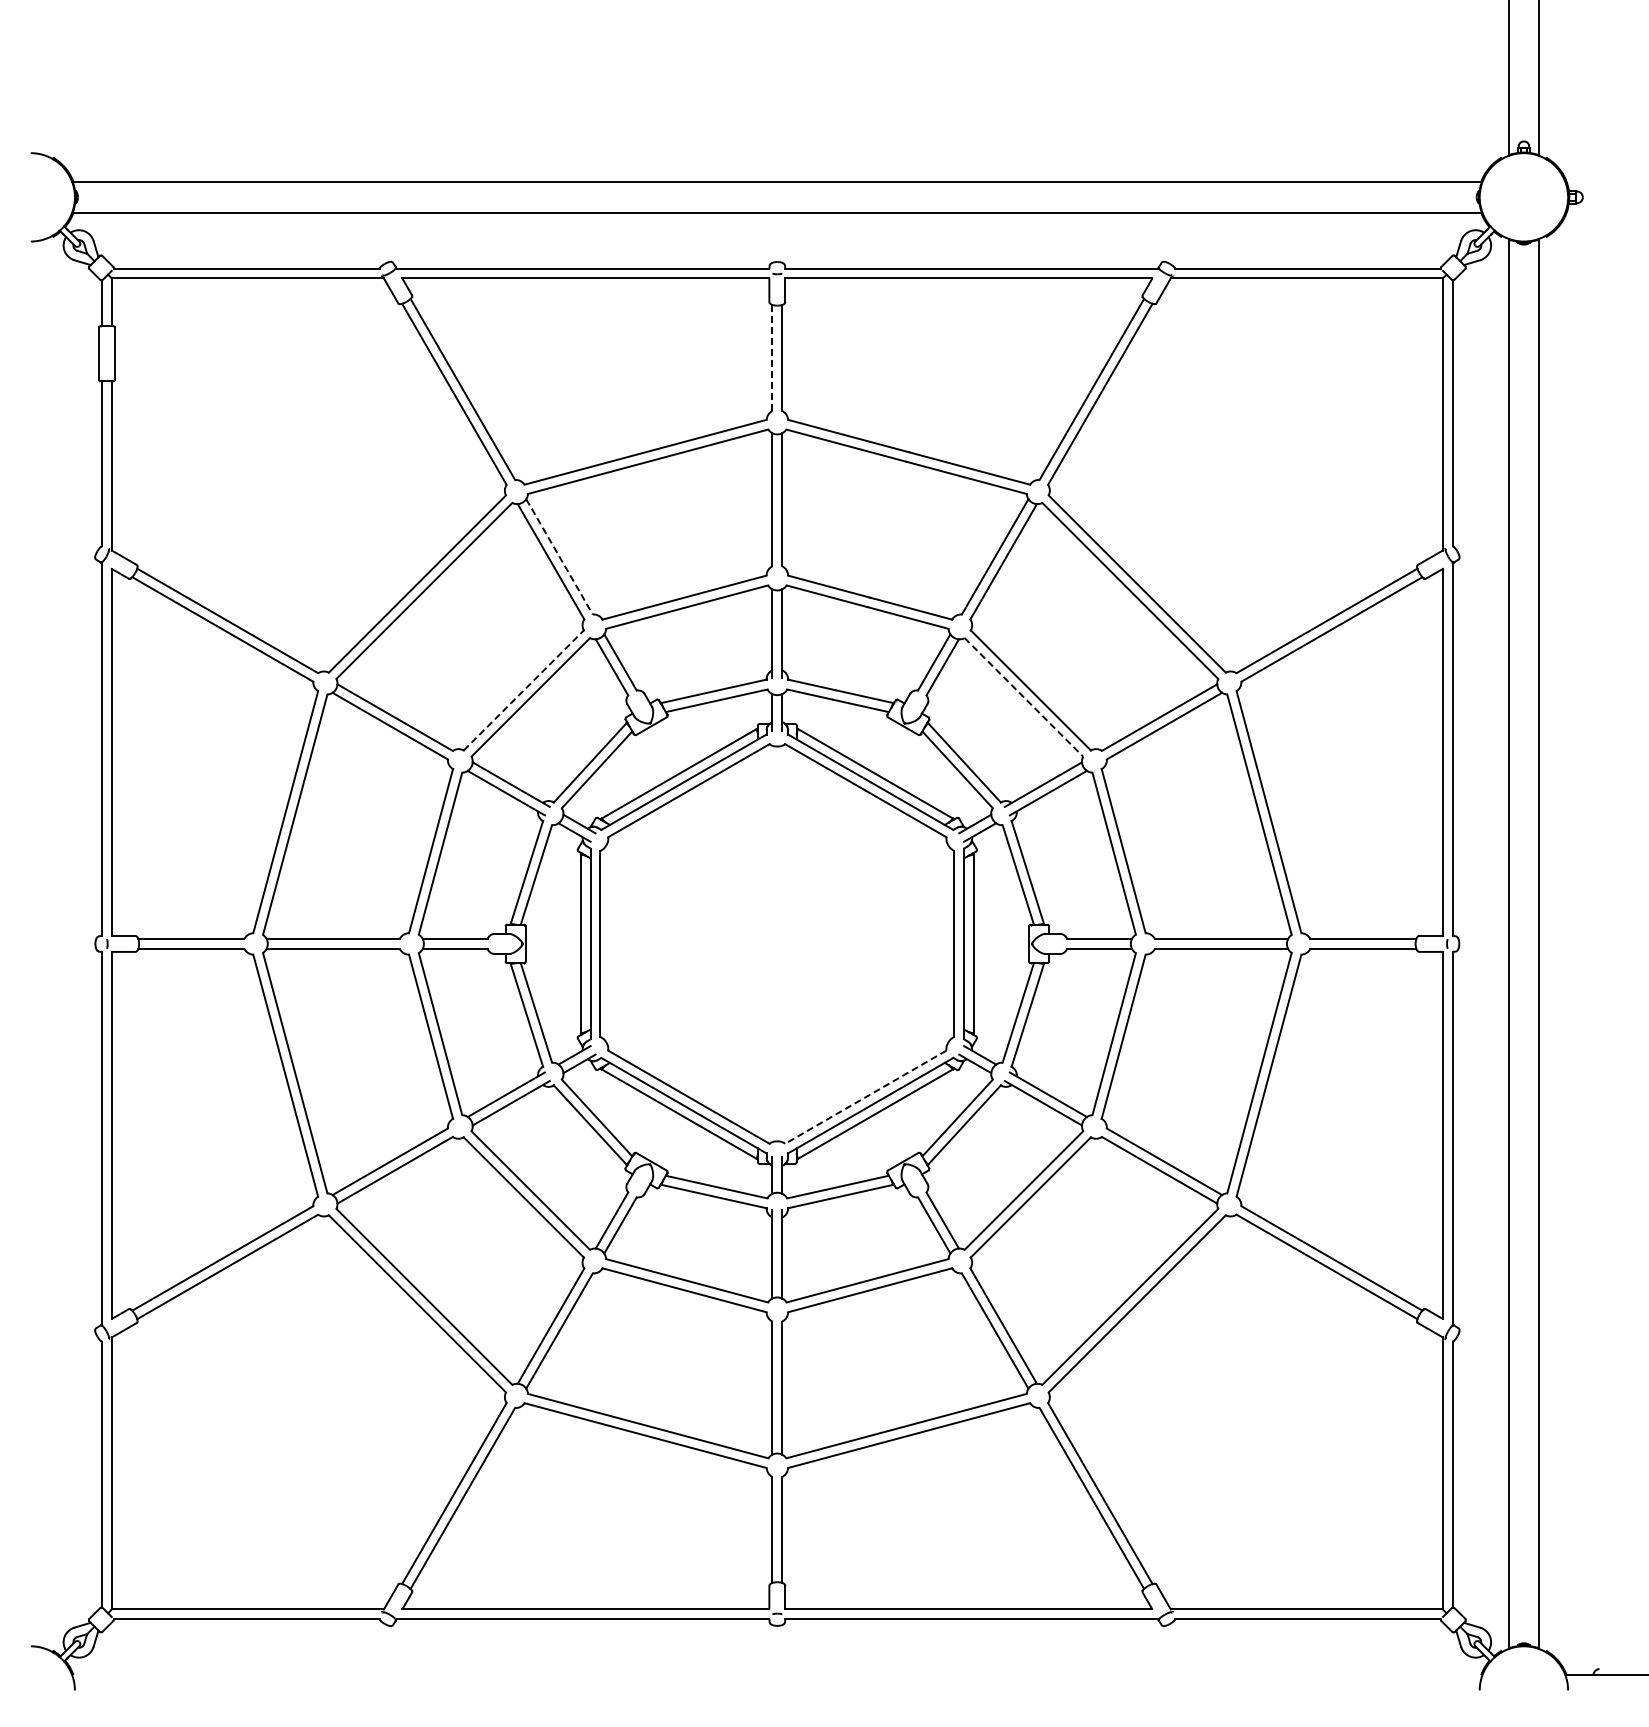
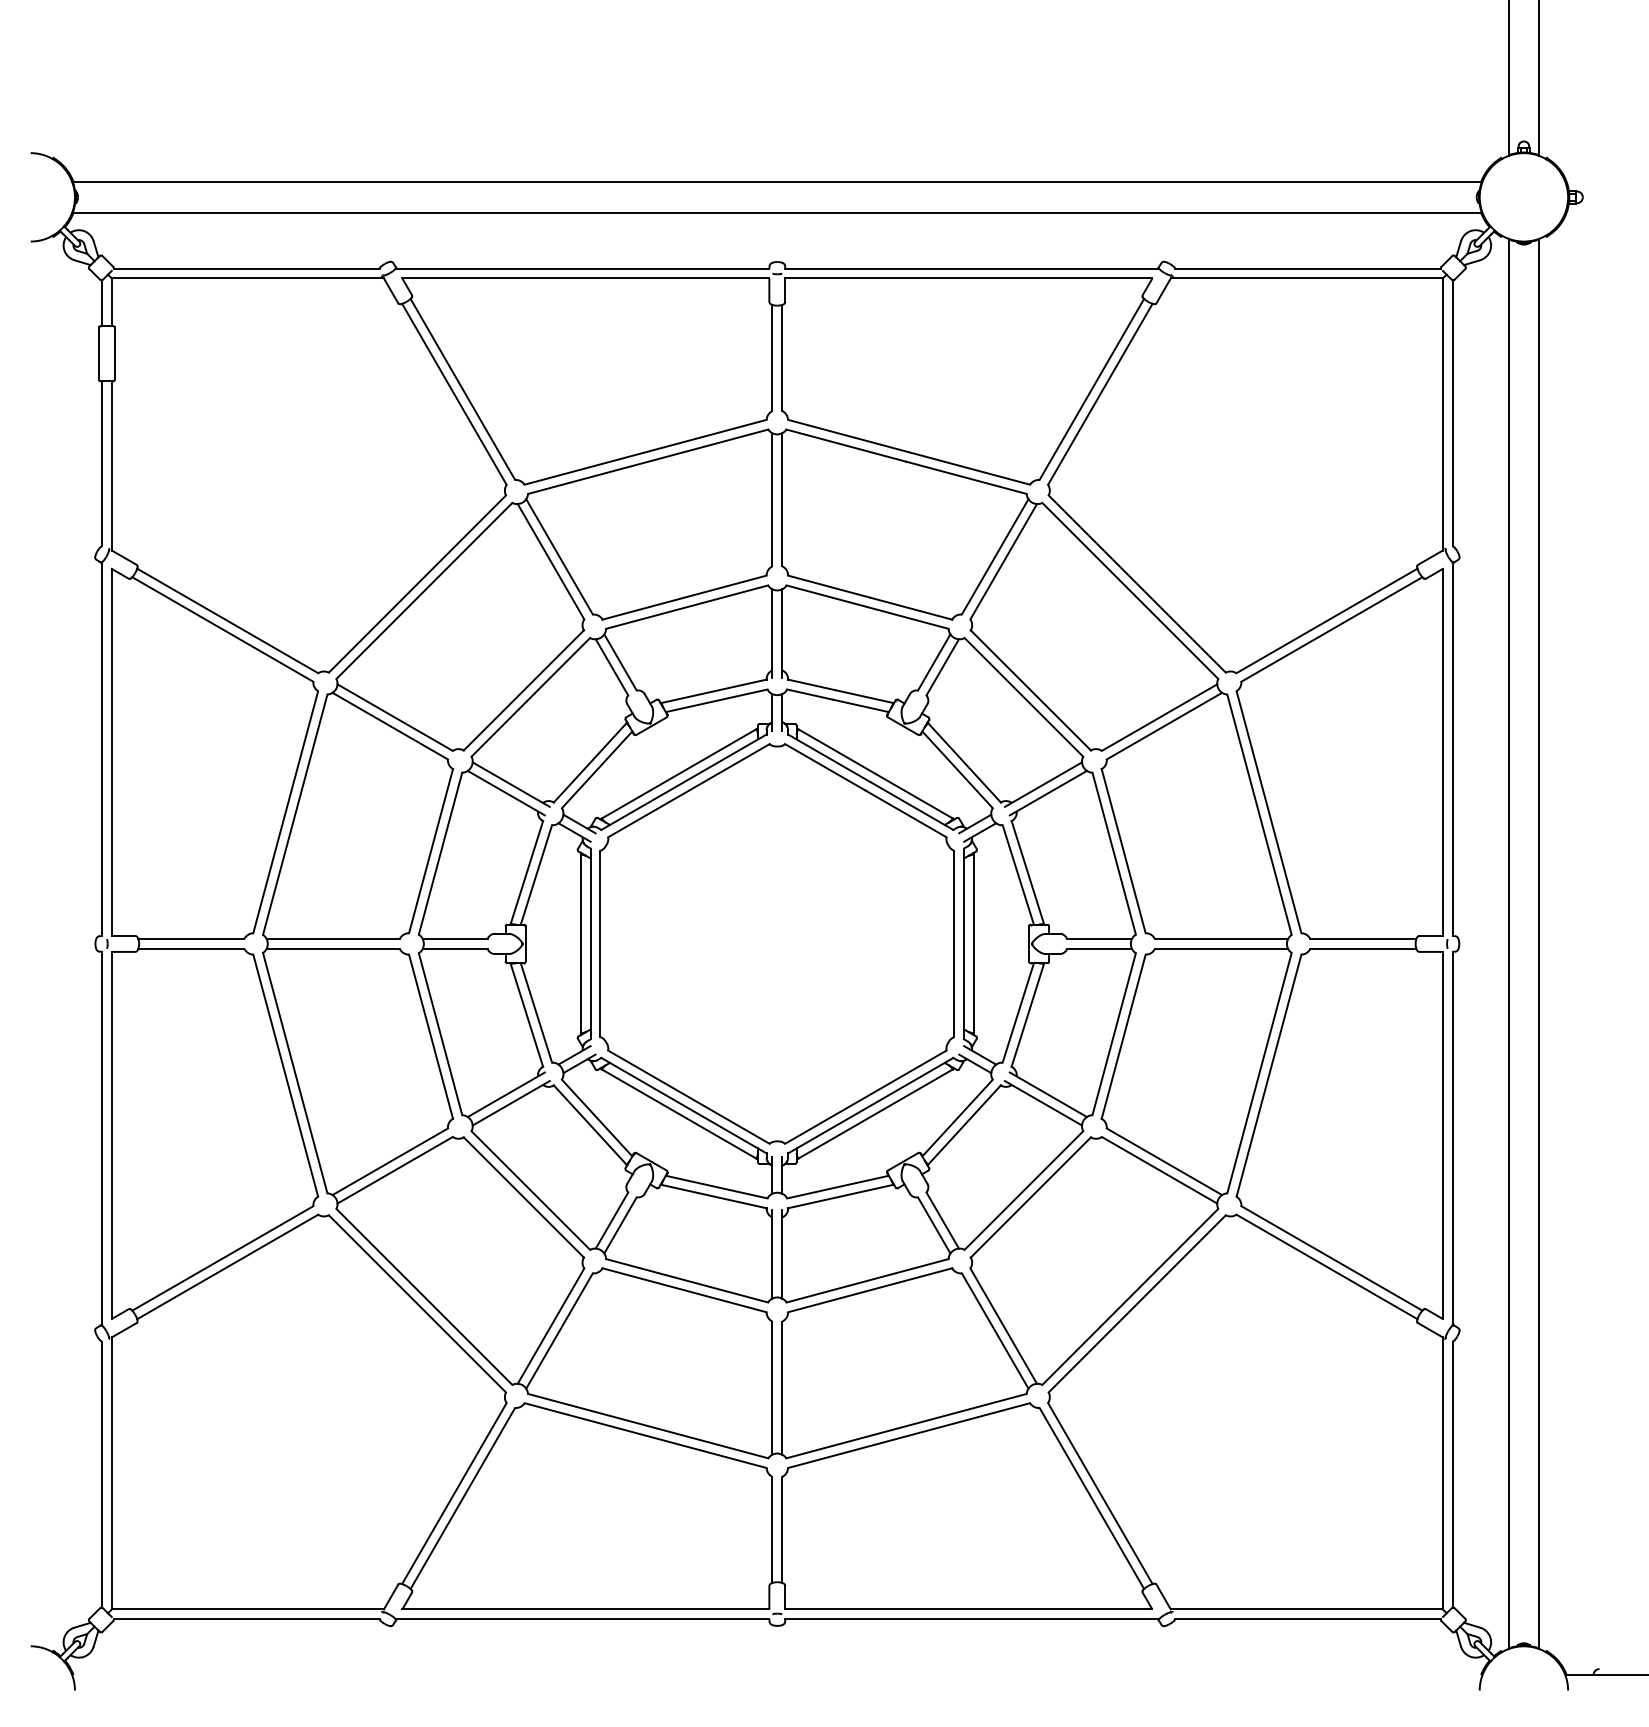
line at (772, 357): dashed -> solid
line at (559, 556): dashed -> solid
line at (523, 690): dashed -> solid
line at (1023, 697): dashed -> solid
line at (865, 1097): dashed -> solid
